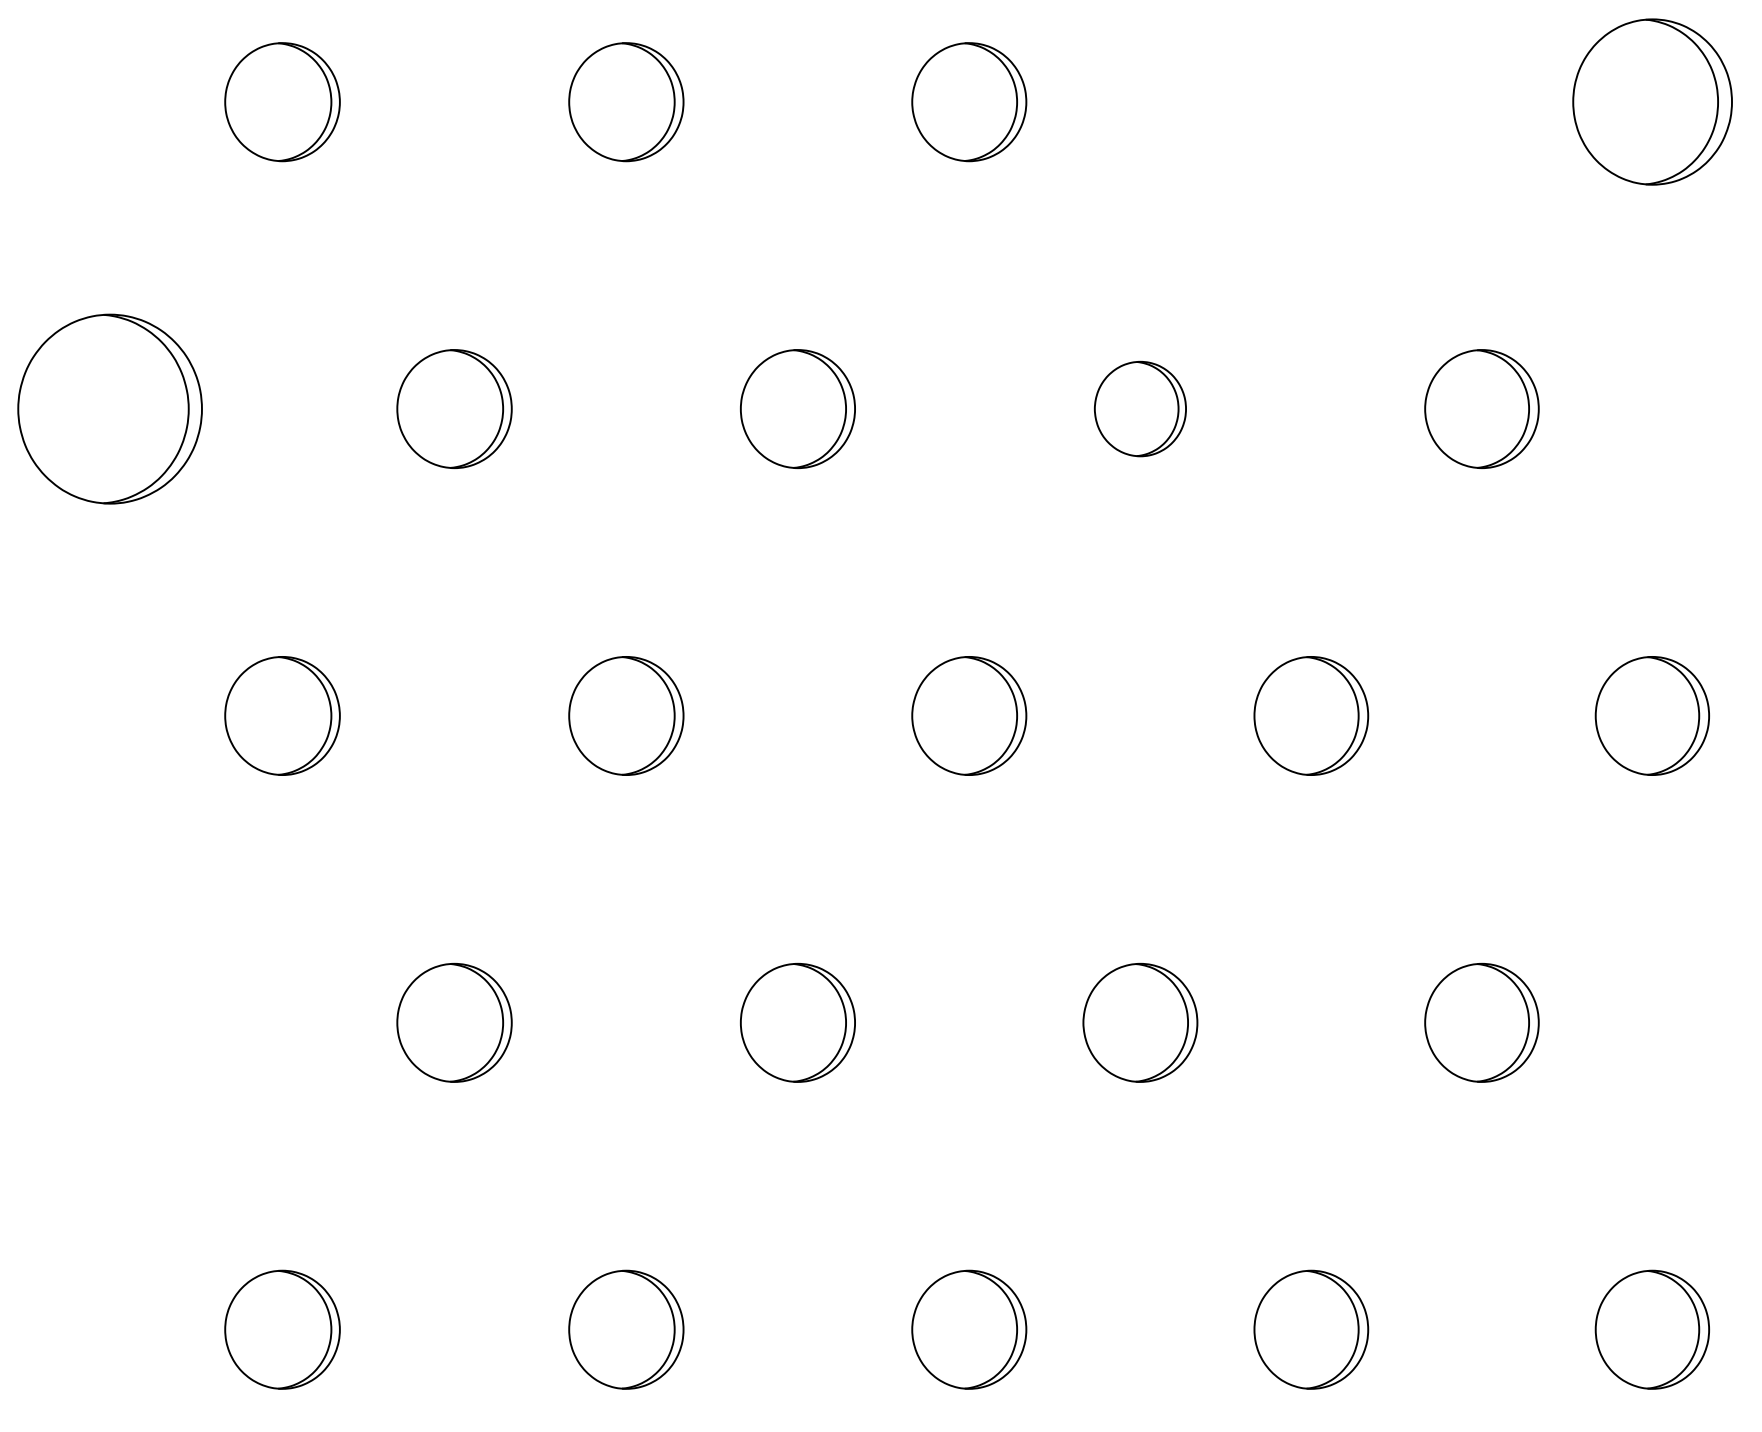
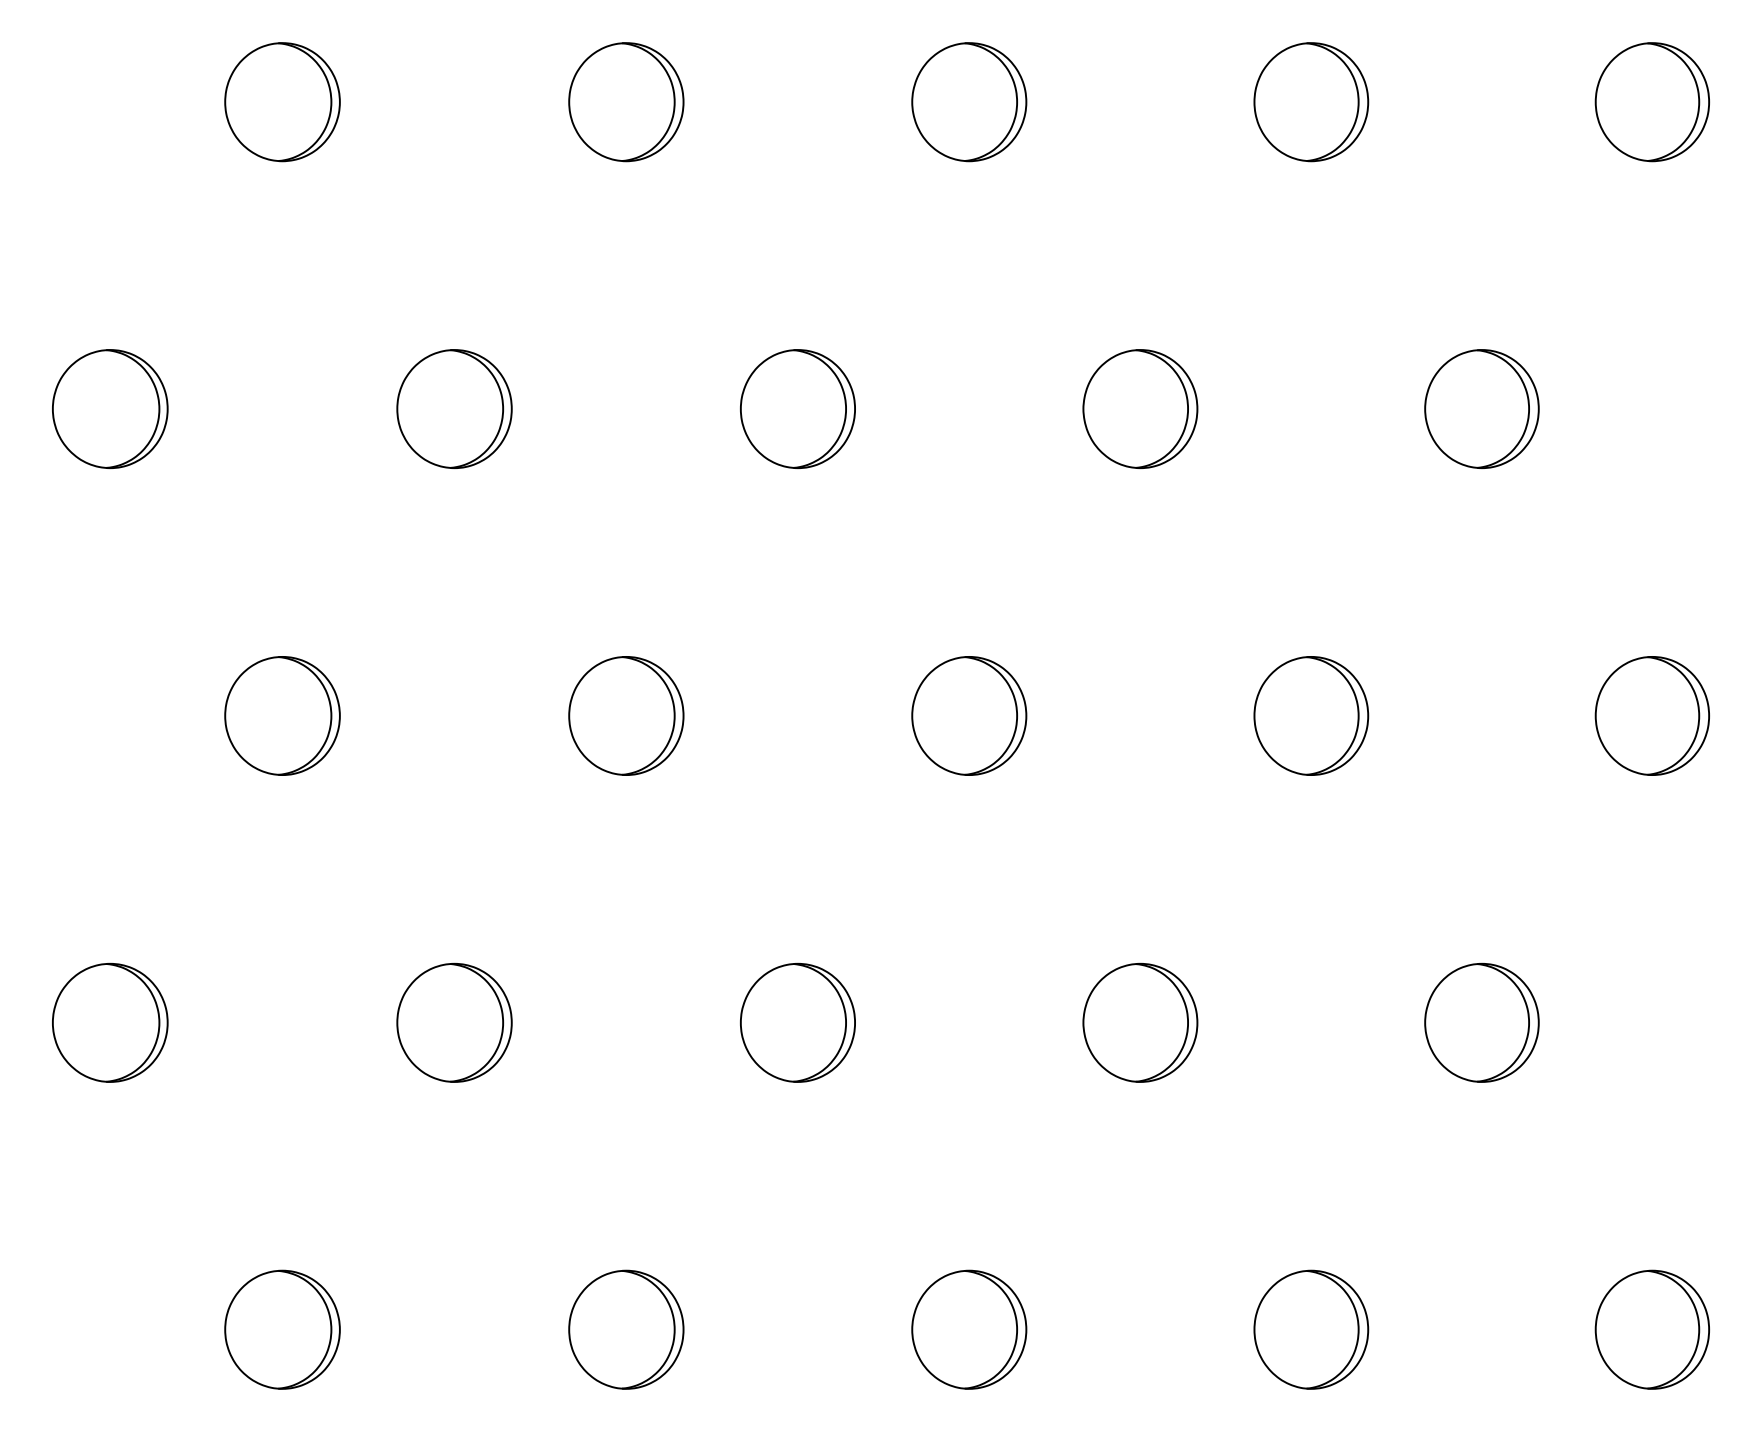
part at (1652, 101) size: 161x168 px -> 116x121 px
part at (1311, 102): none -> present
part at (109, 408) size: 186x192 px -> 117x120 px
part at (1140, 408) size: 93x98 px -> 117x120 px
part at (110, 1022): none -> present
